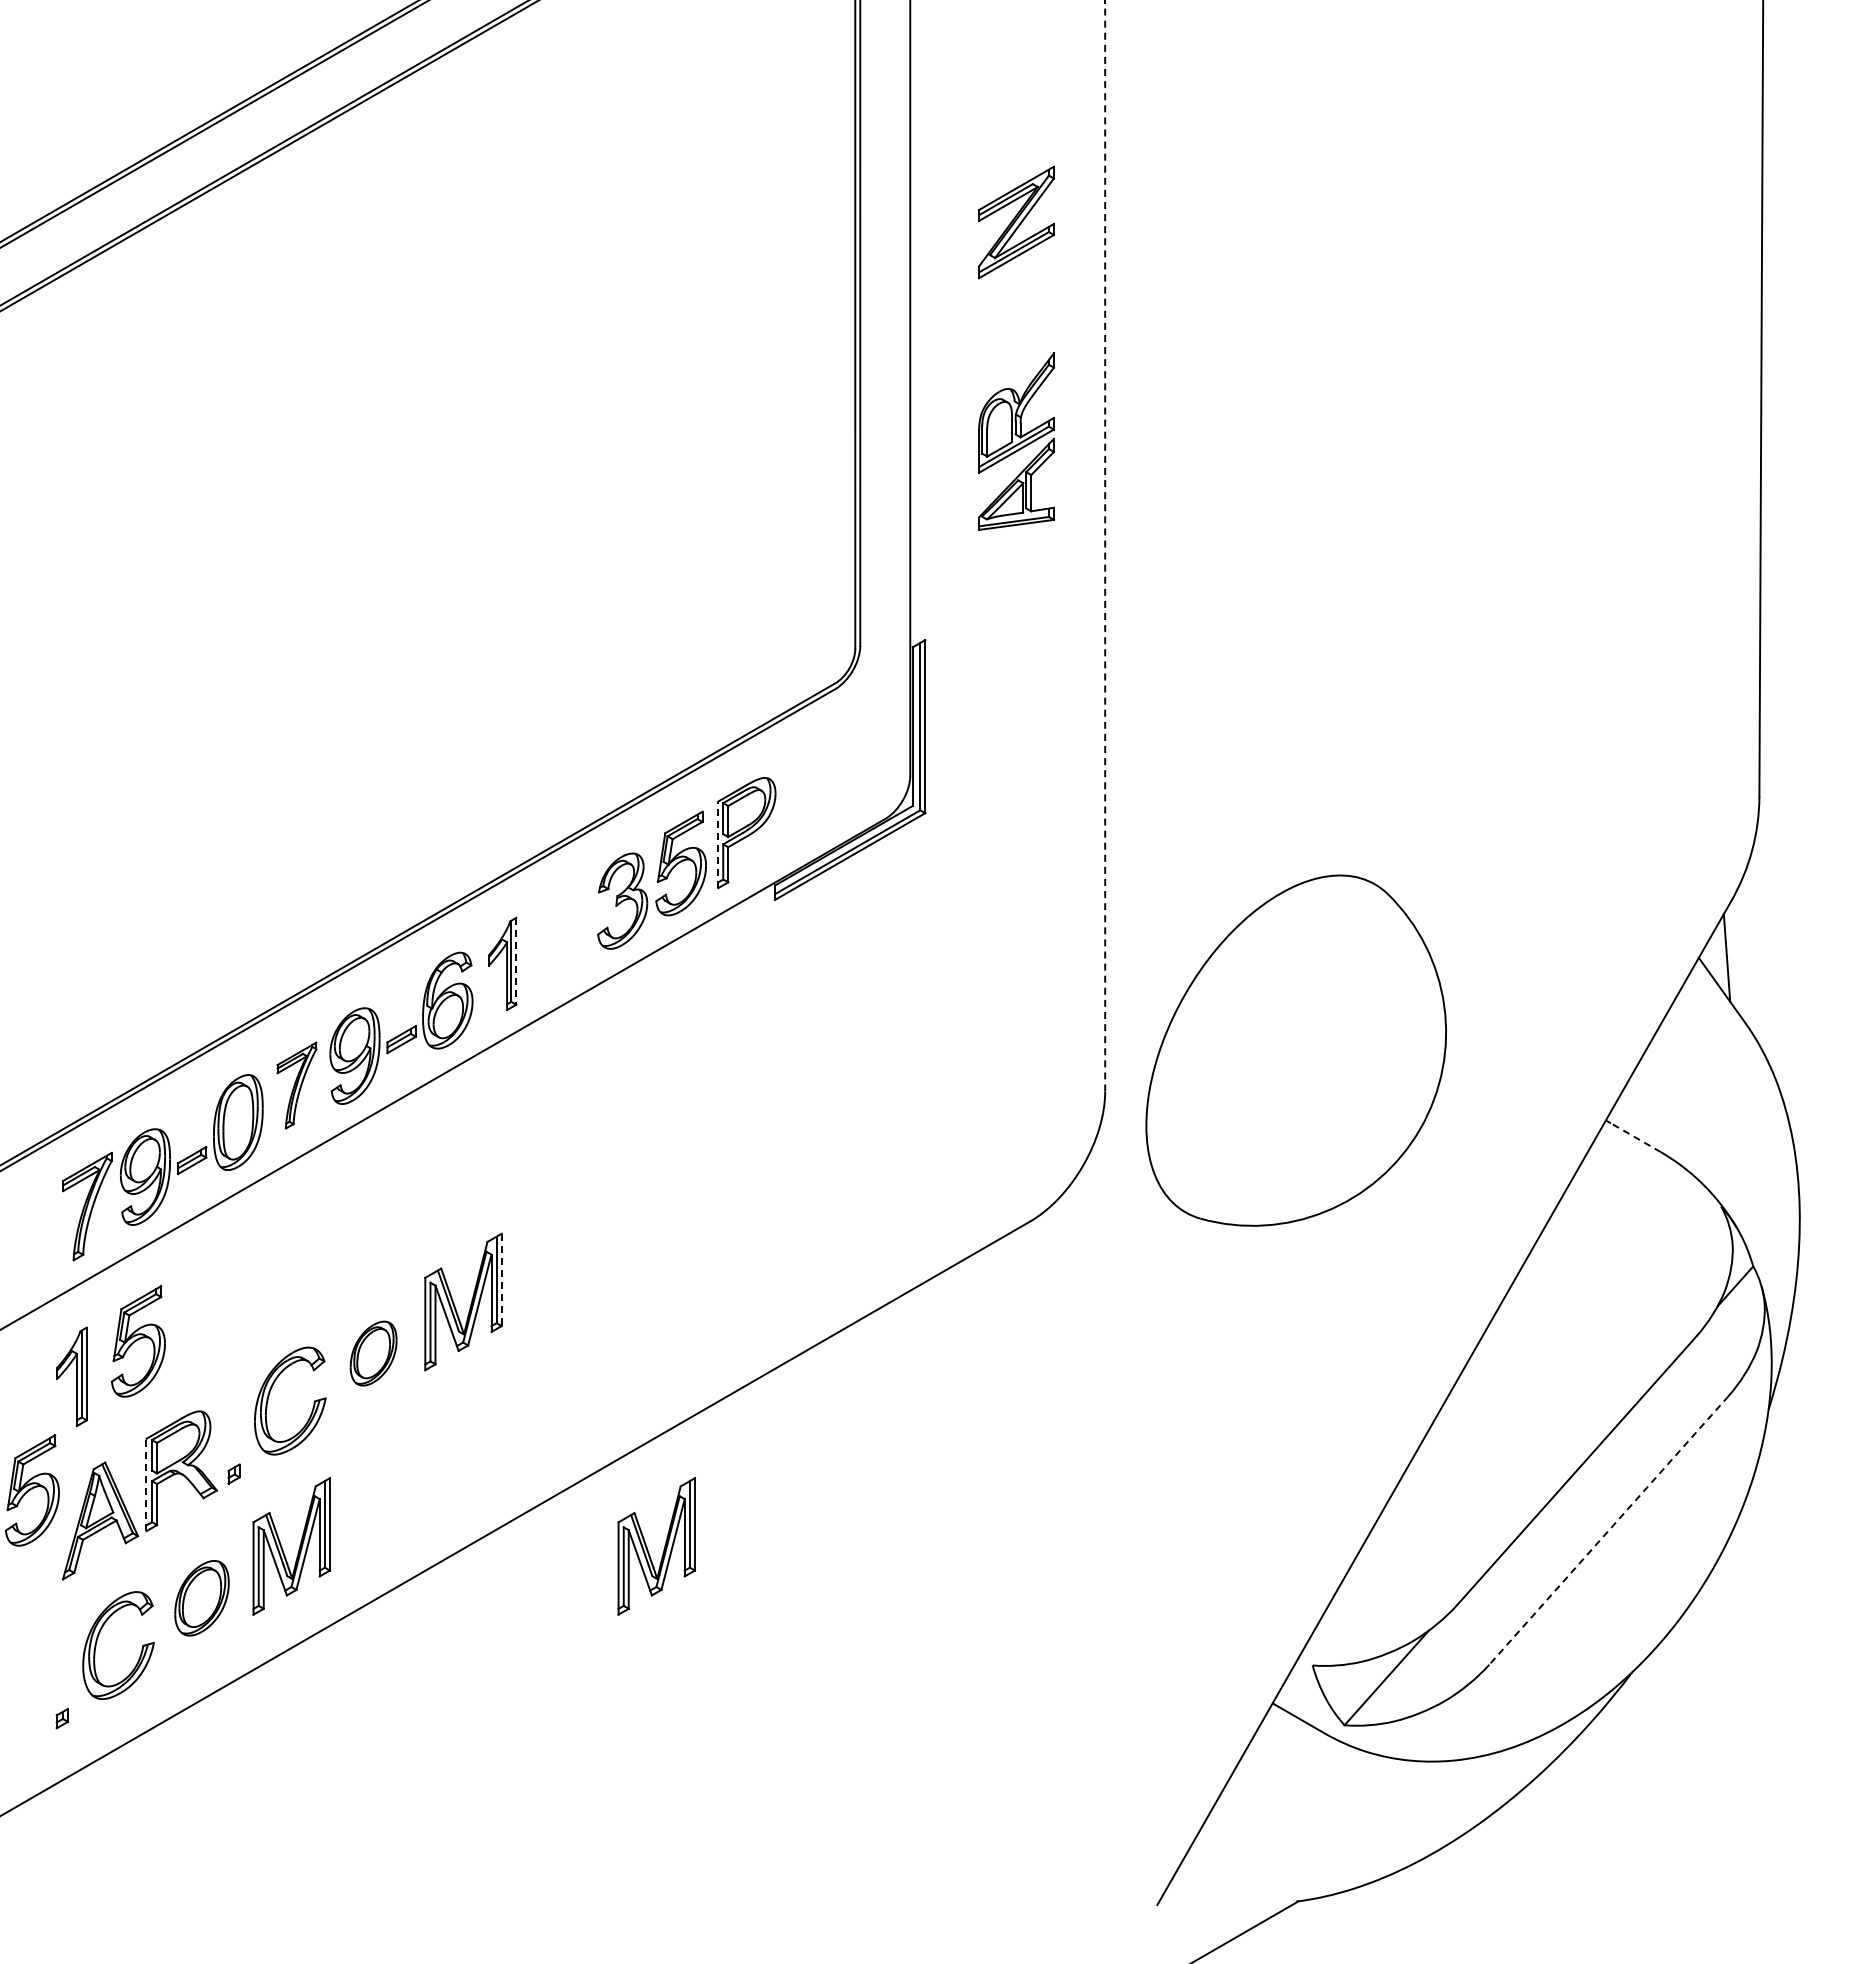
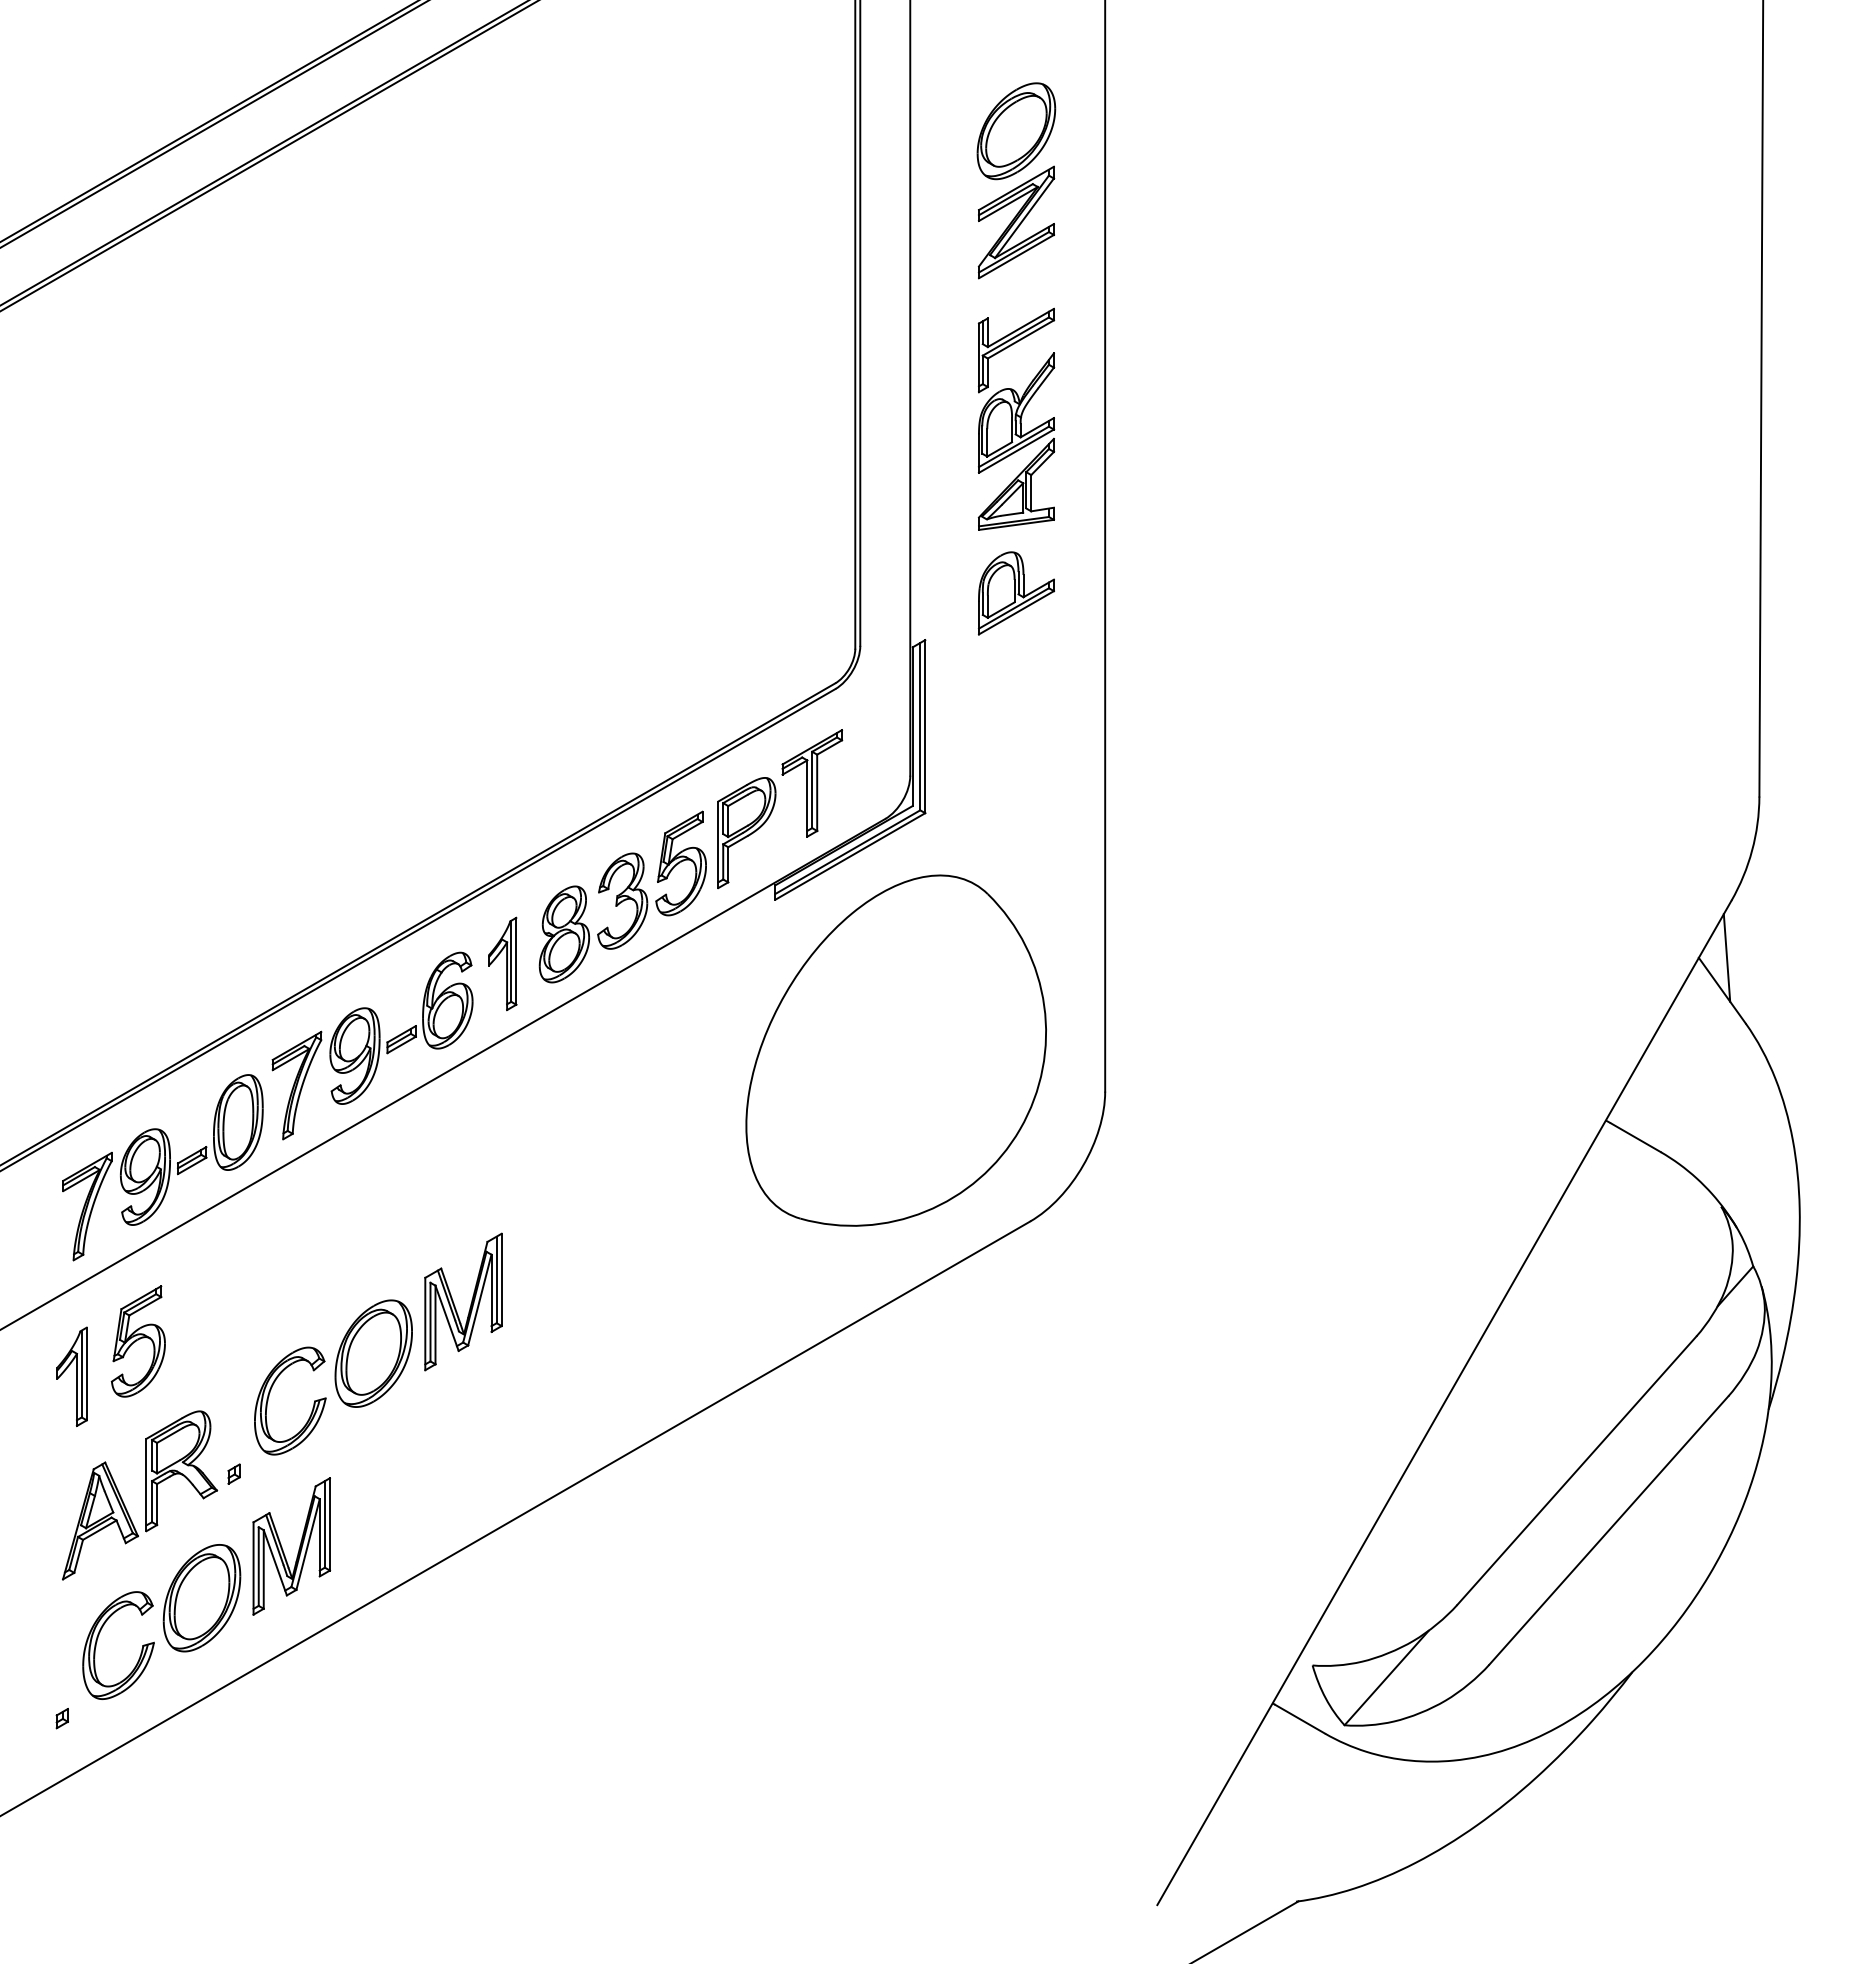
part at (1016, 131): none -> present
part at (1014, 344): none -> present
line at (1105, 546): dashed -> solid
part at (1016, 593): none -> present
part at (812, 783): none -> present
line at (718, 844): dashed -> solid
part at (563, 934): none -> present
line at (516, 961): dashed -> solid
part at (1295, 1050) position: (1295, 1050) -> (895, 1050)
part at (296, 1085) size: 42x89 px -> 52x111 px
line at (1635, 1137): dashed -> solid
line at (501, 1280): dashed -> solid
part at (373, 1353) size: 49x67 px -> 79x109 px
line at (146, 1484): dashed -> solid
part at (31, 1490): present -> none
line at (1608, 1530): dashed -> solid
part at (663, 1549): present -> none
part at (201, 1598) size: 56x77 px -> 80x109 px
